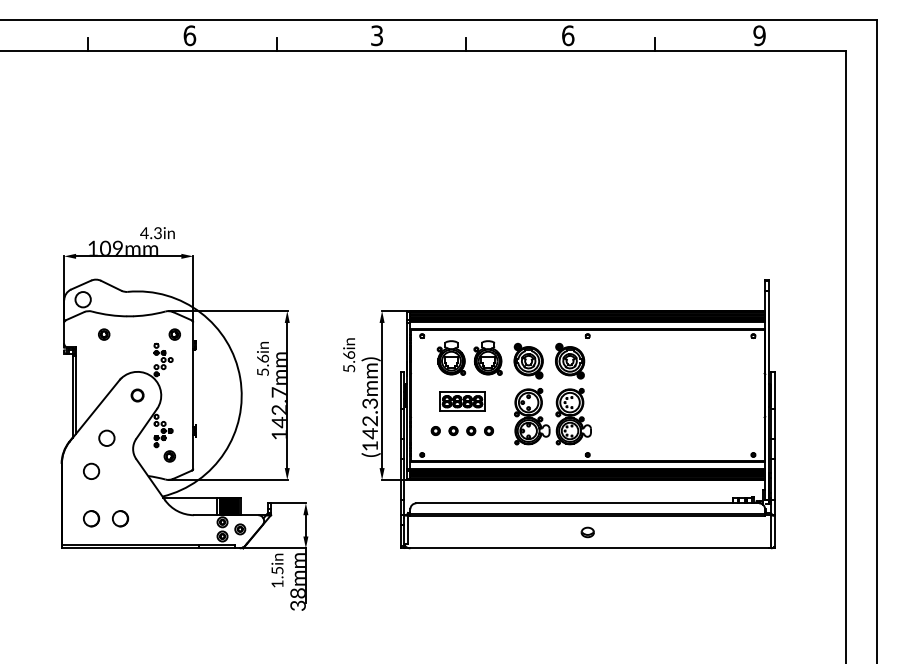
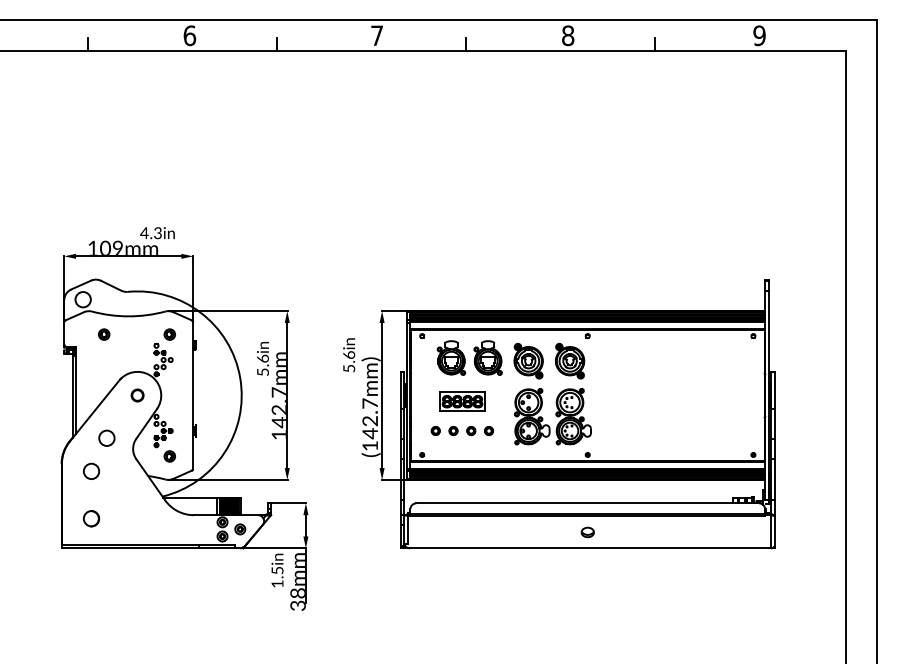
text at (376, 35): 3 -> 7
text at (568, 35): 6 -> 8
part at (174, 334) position: (174, 334) -> (169, 334)
text at (369, 403): (142.3mm) -> (142.7mm)
circle at (120, 518): present -> none
